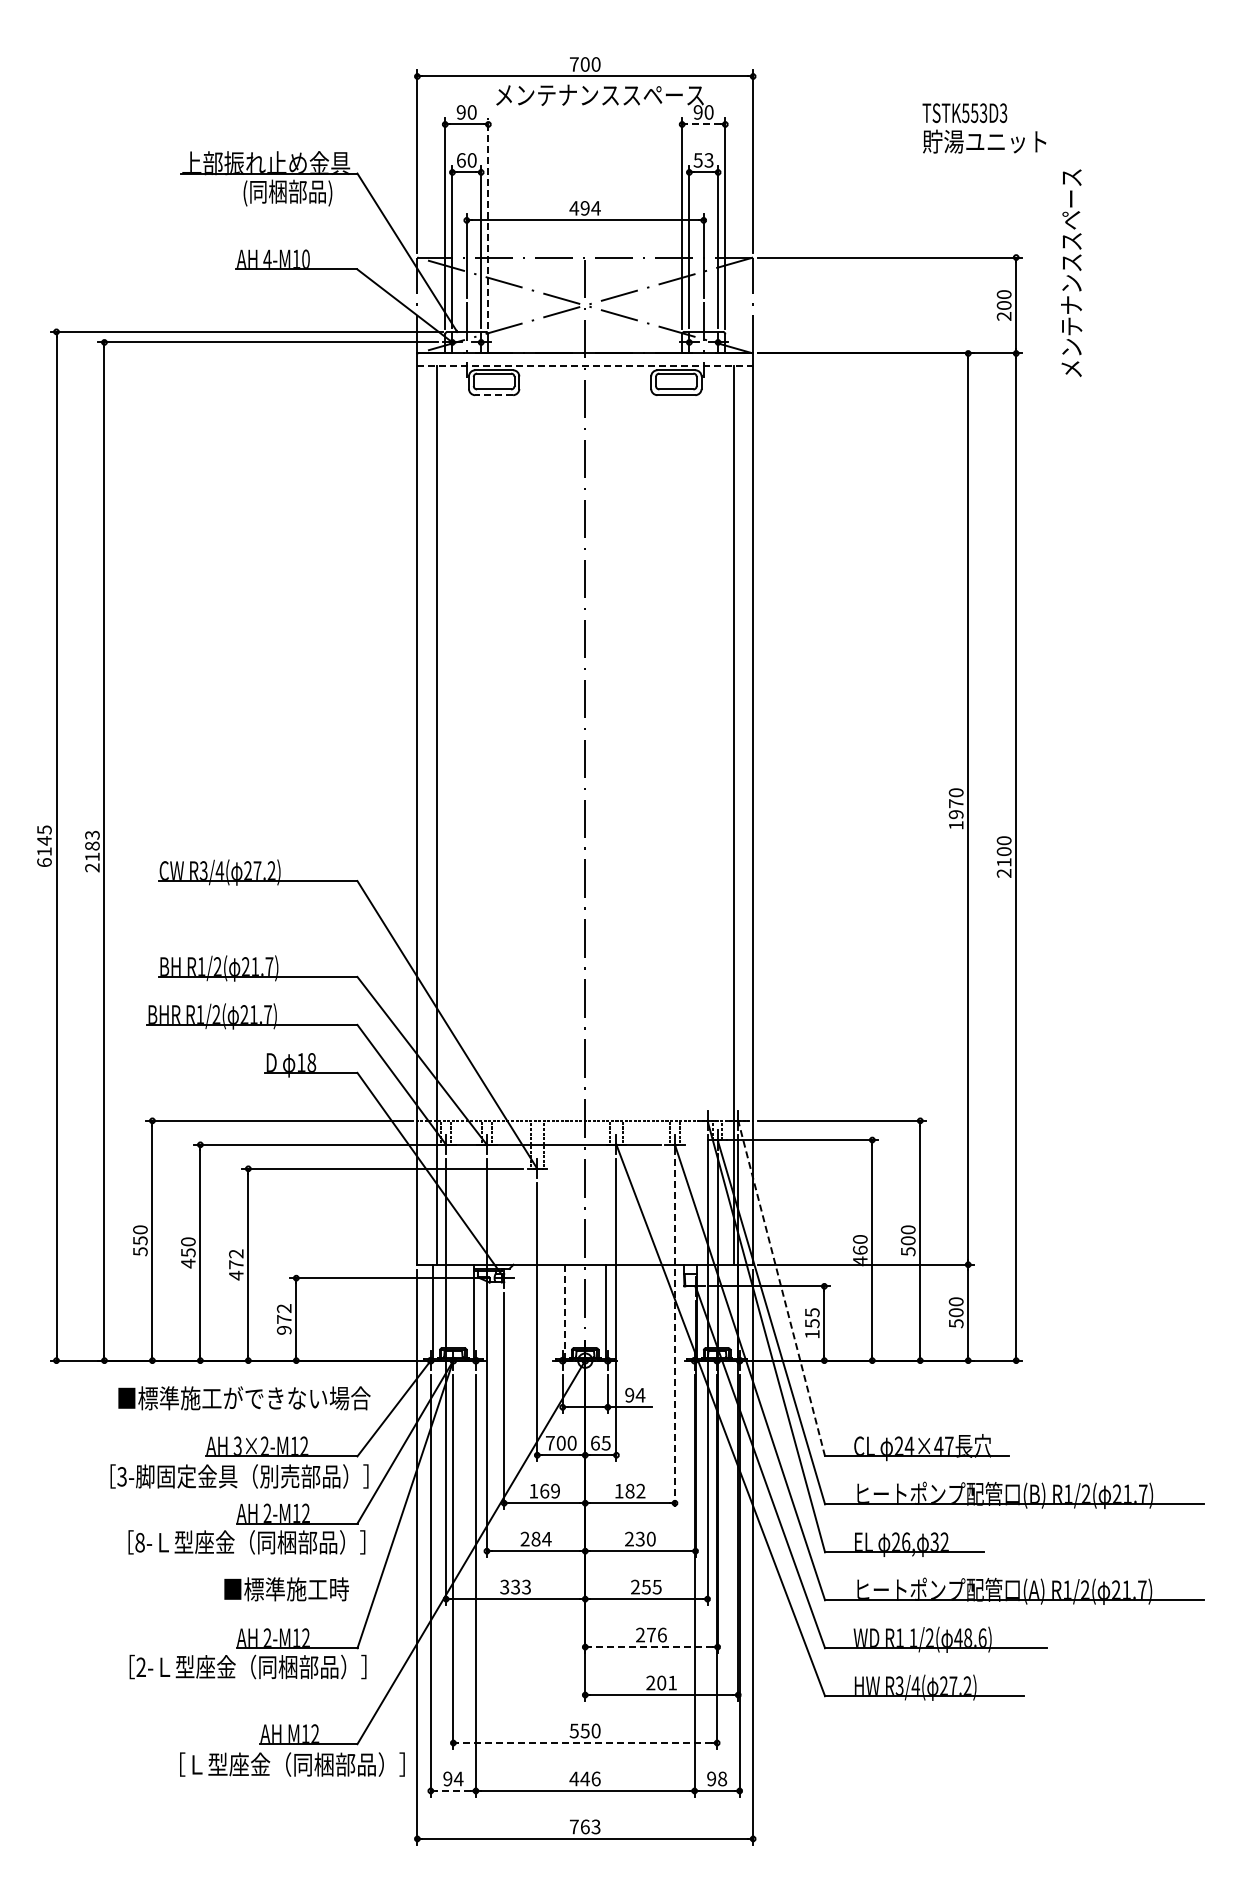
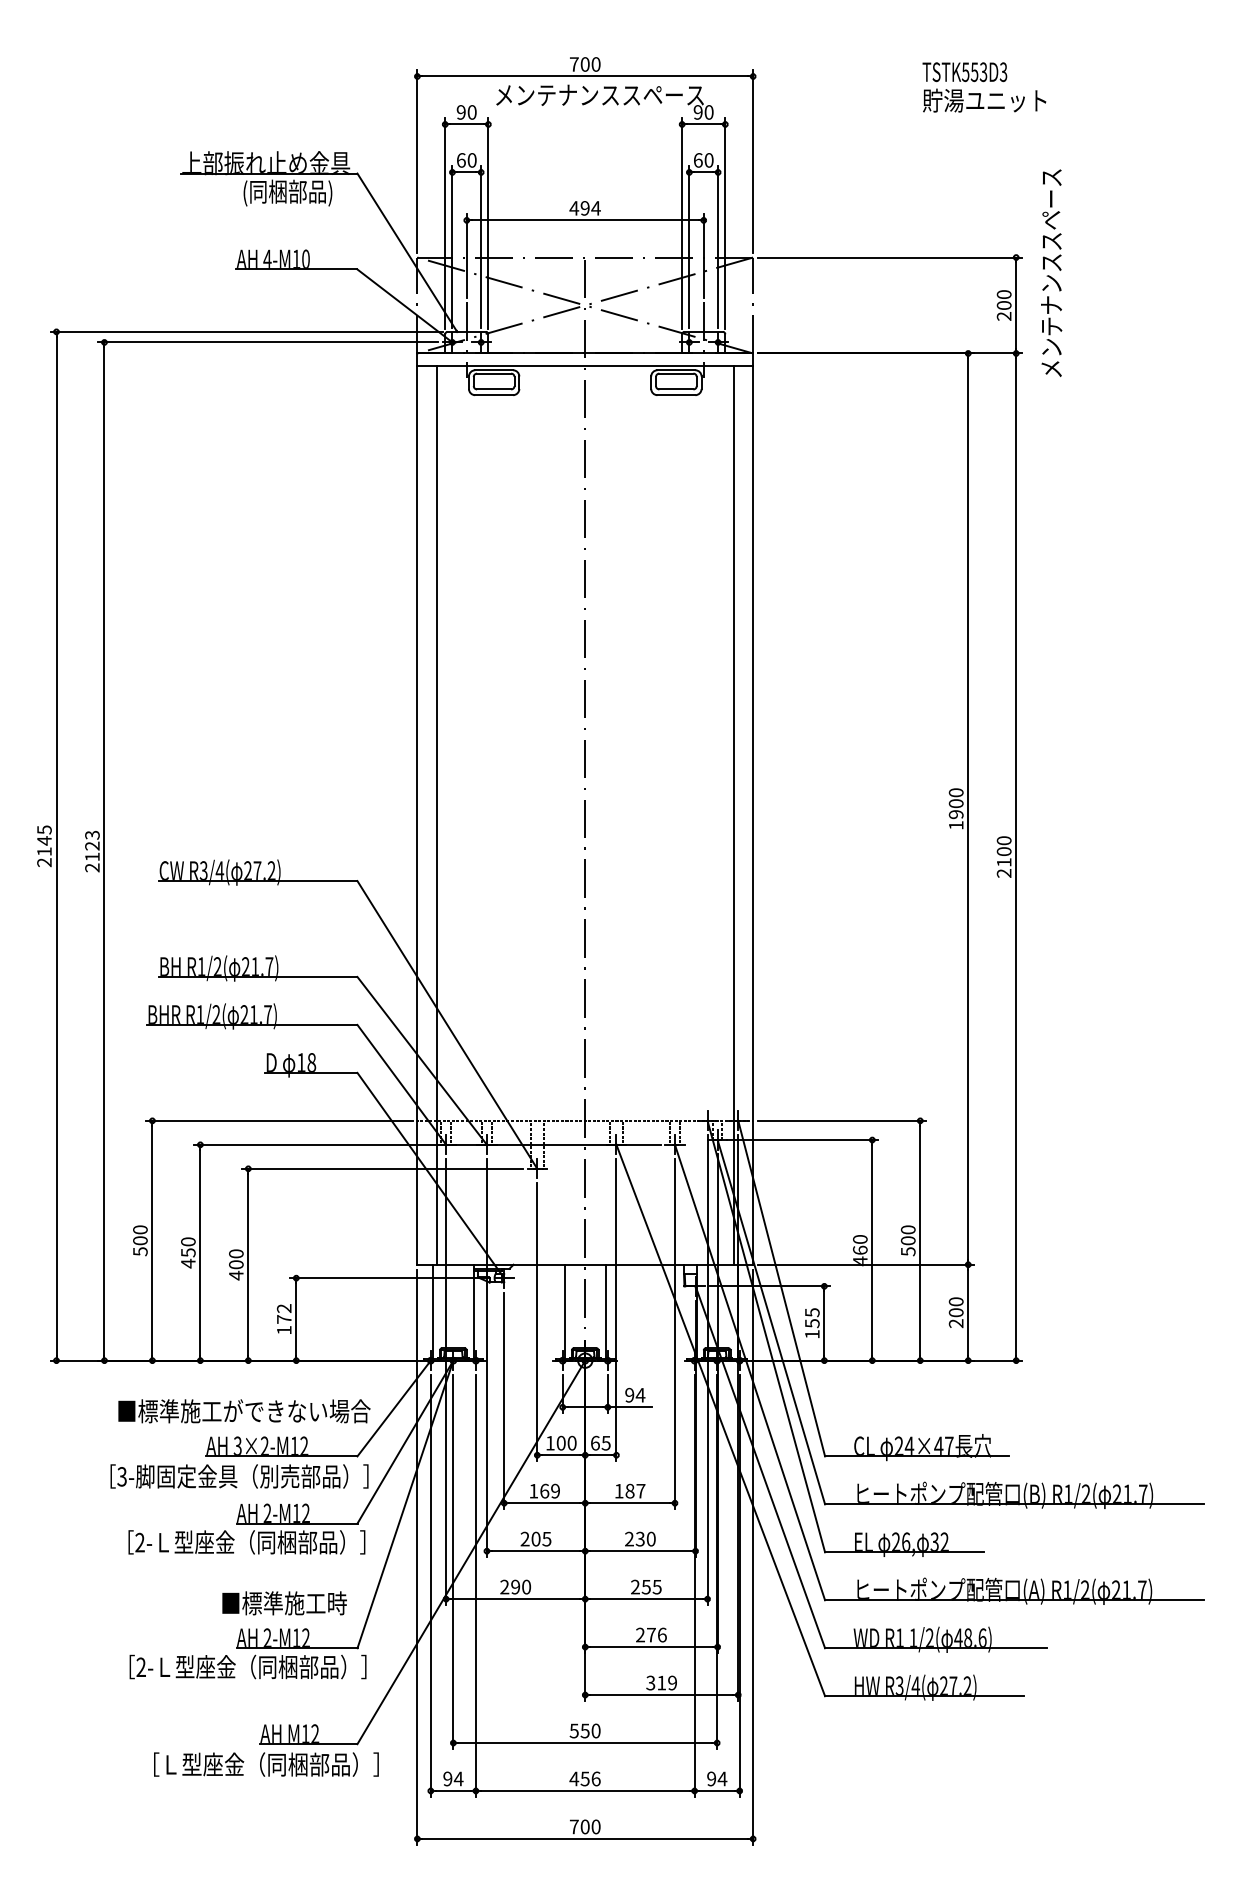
line at (703, 124): dashed -> solid
text at (984, 128) position: (984, 128) -> (984, 87)
text at (703, 160): 53 -> 60
line at (488, 223): dashed -> solid
text at (1071, 272) position: (1071, 272) -> (1051, 272)
line at (585, 365): dashed -> solid
line at (494, 395): dashed -> solid
text at (955, 803): 1970 -> 1900
text at (92, 845): 2183 -> 2123
text at (44, 862): 6145 -> 2145
text at (140, 1240): 550 -> 500
text at (236, 1259): 472 -> 400
line at (781, 1288): dashed -> solid
line at (564, 1312): dashed -> solid
text at (955, 1323): 500 -> 200
text at (283, 1330): 972 -> 172
line at (674, 1334): dashed -> solid
text at (244, 1398) position: (244, 1398) -> (244, 1411)
text at (550, 1443): 700 -> 100
text at (640, 1490): 182 -> 187
text at (541, 1539): 284 -> 205
text at (139, 1542): 8- -> 2-
text at (515, 1586): 333 -> 290
text at (286, 1589) position: (286, 1589) -> (284, 1603)
line at (650, 1647): dashed -> solid
text at (661, 1682): 201 -> 319
line at (584, 1743): dashed -> solid
text at (292, 1764) position: (292, 1764) -> (266, 1764)
text at (585, 1778): 446 -> 456
text at (722, 1778): 98 -> 94
line at (453, 1790): dashed -> solid
text at (590, 1826): 763 -> 700
